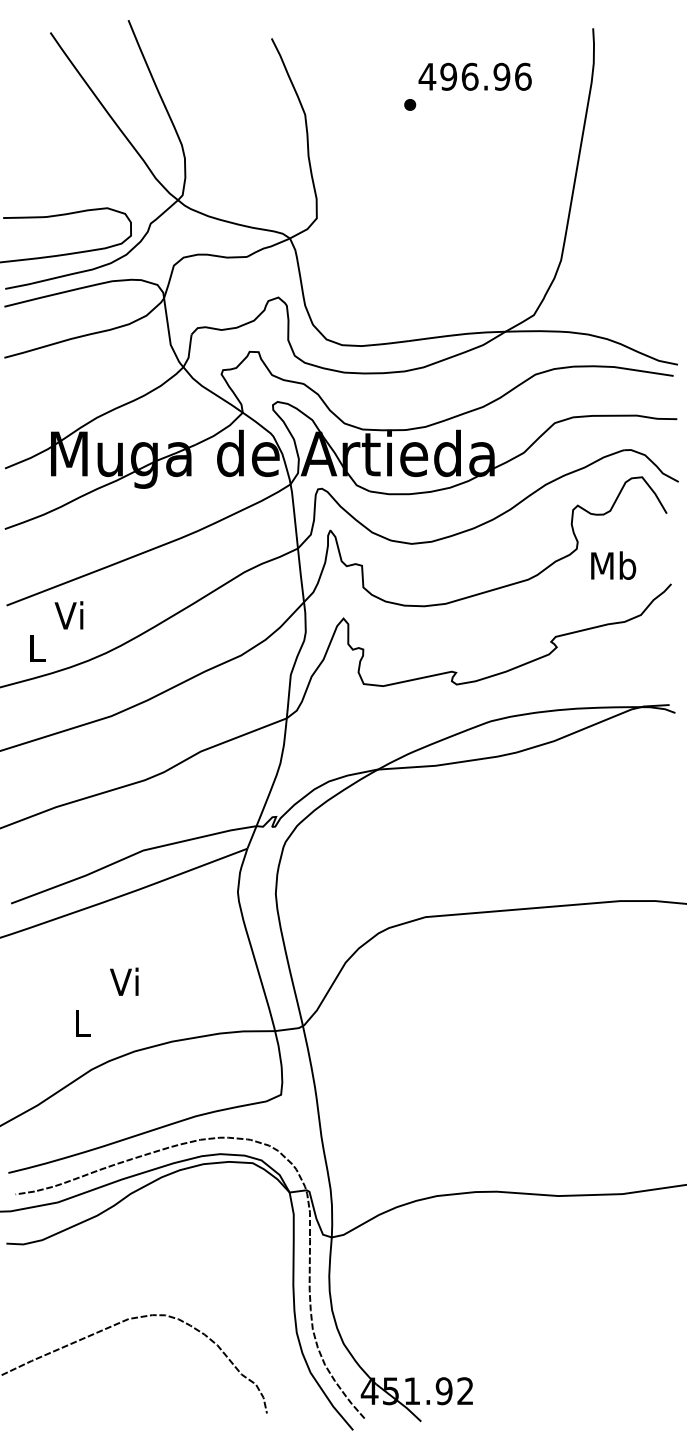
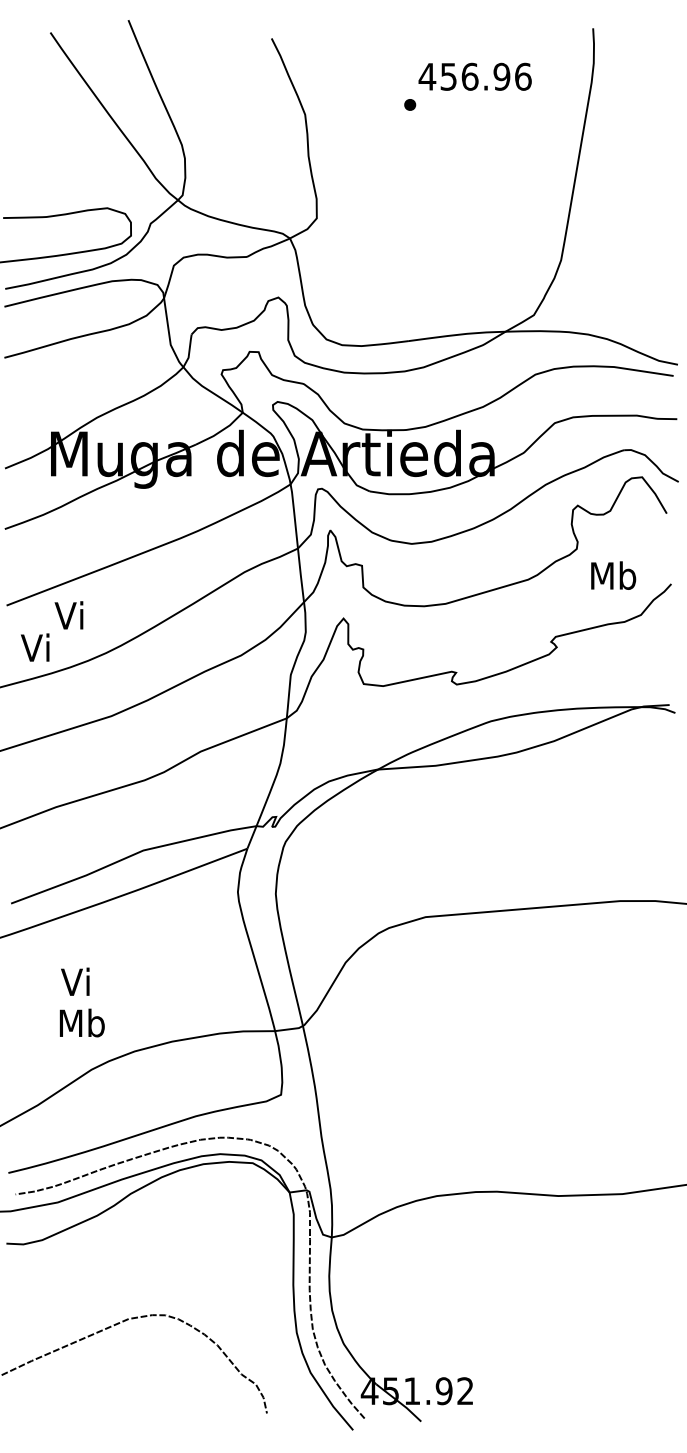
text at (448, 76): 496.96 -> 456.96
text at (613, 565) position: (613, 565) -> (613, 575)
text at (34, 647): L -> Vi
text at (124, 981) position: (124, 981) -> (75, 981)
text at (81, 1022): L -> Mb
